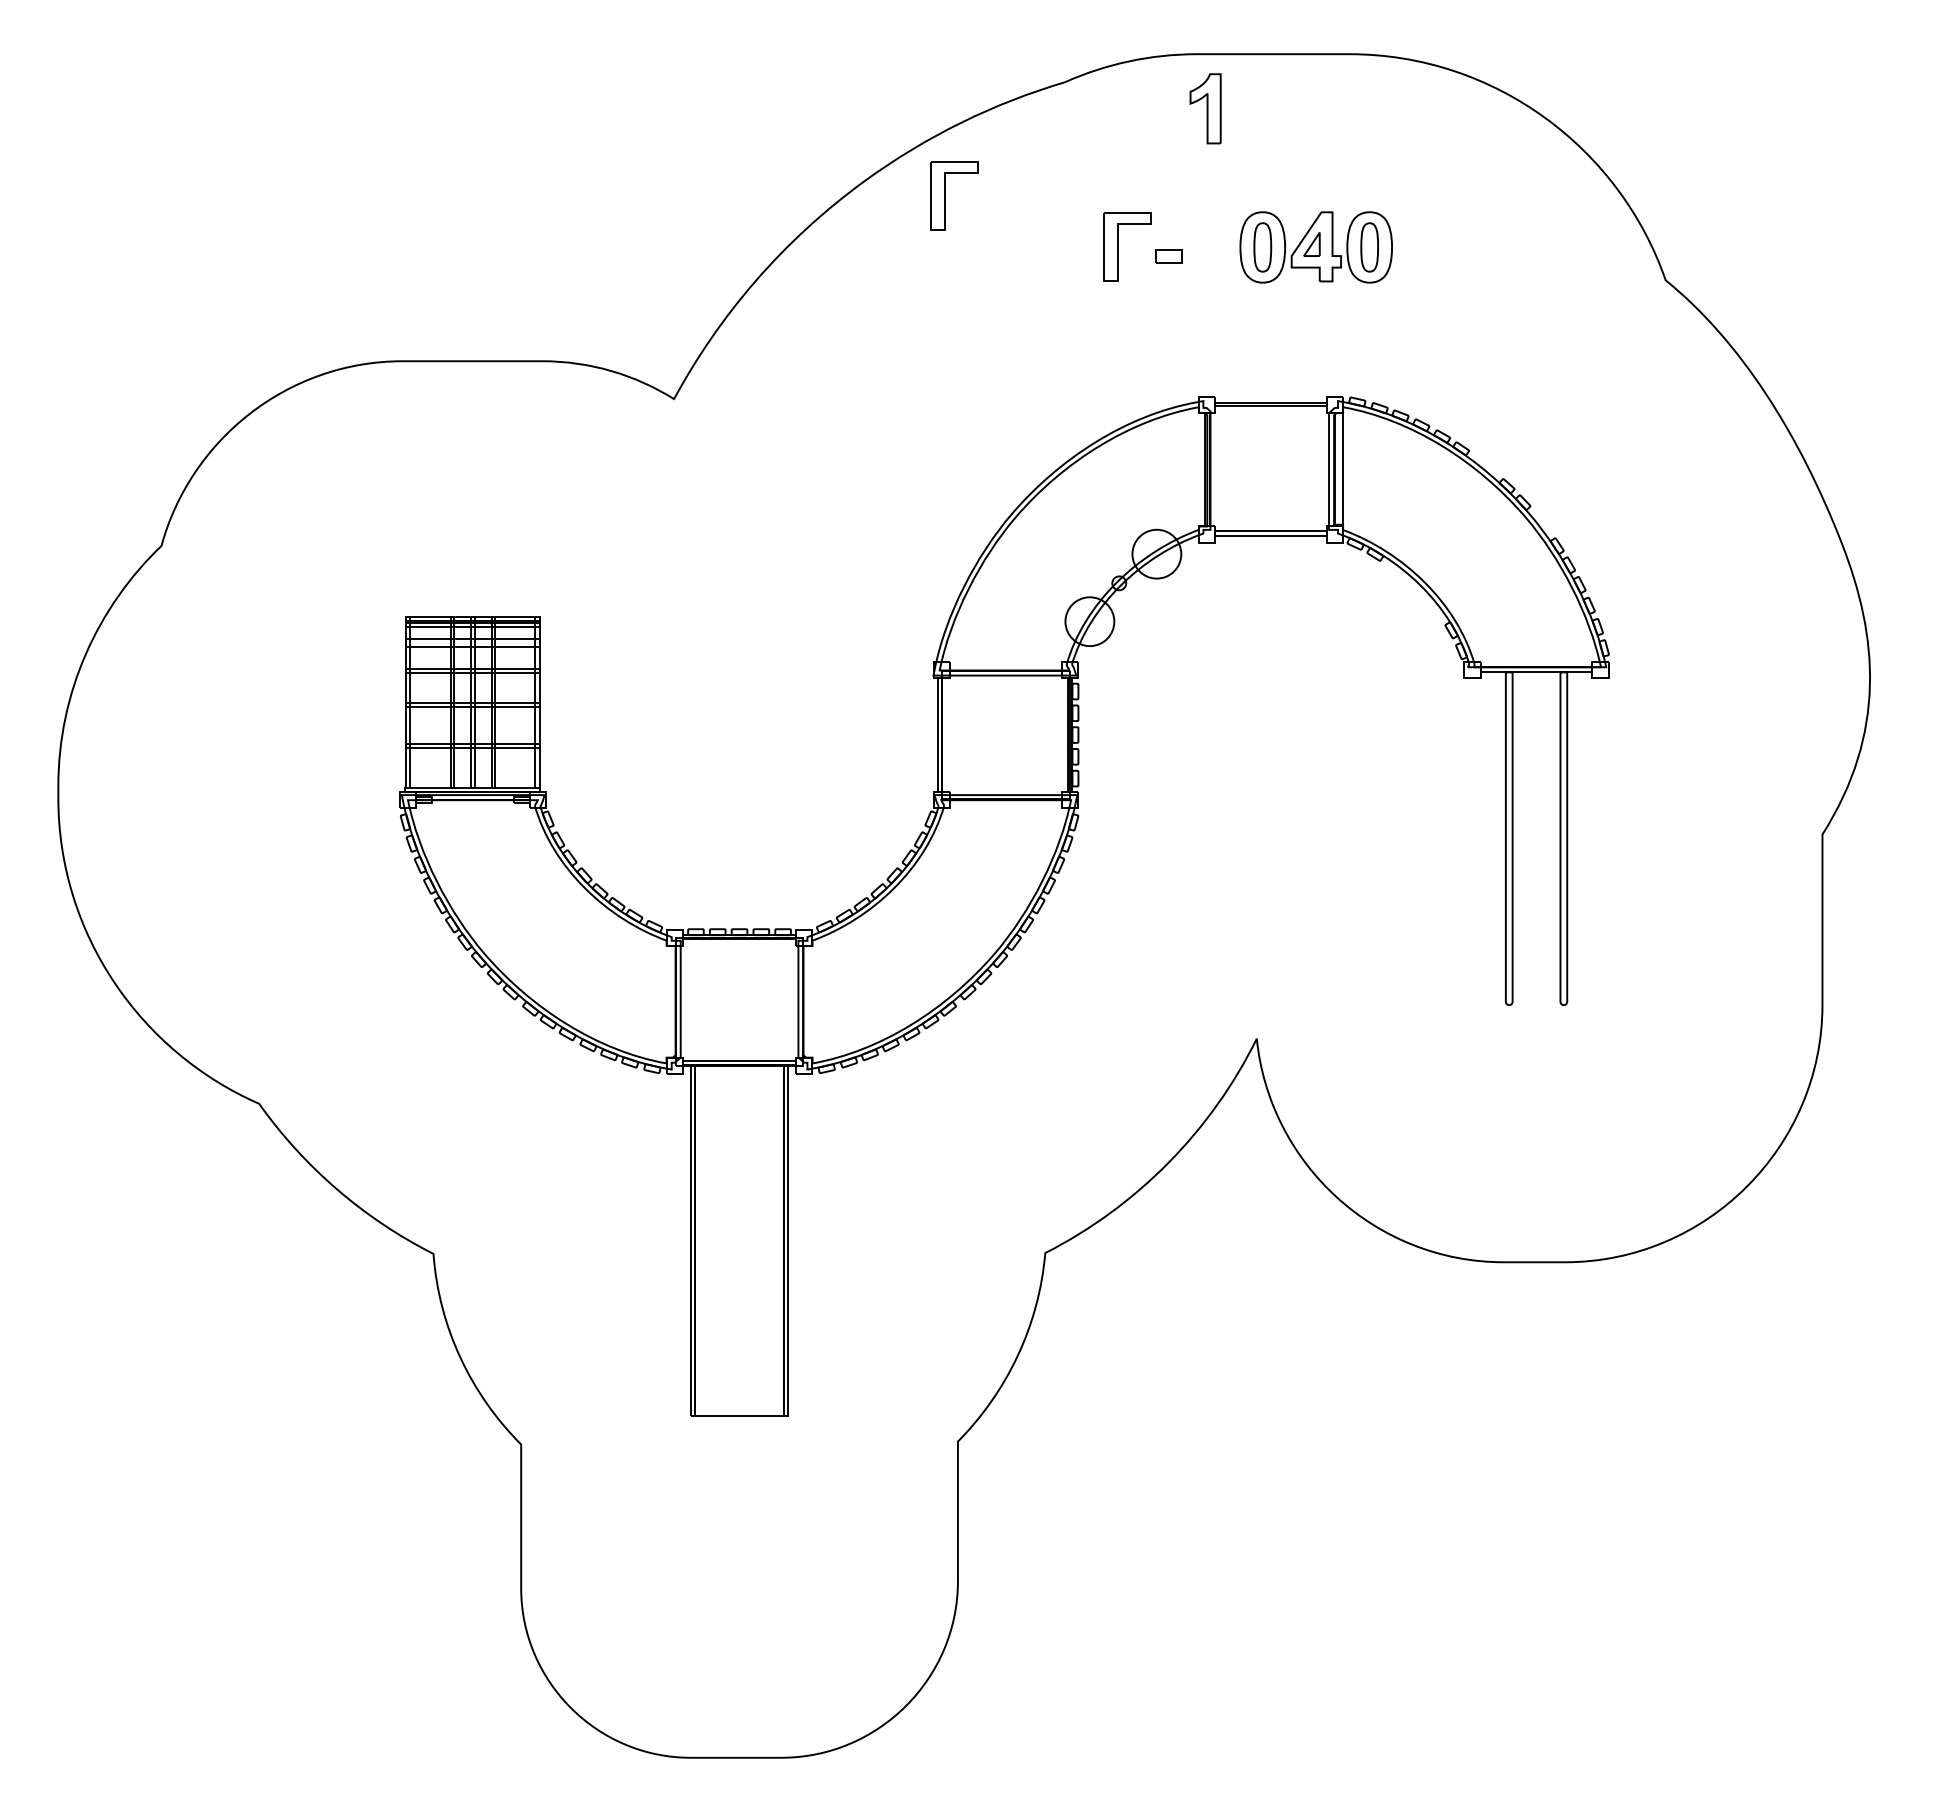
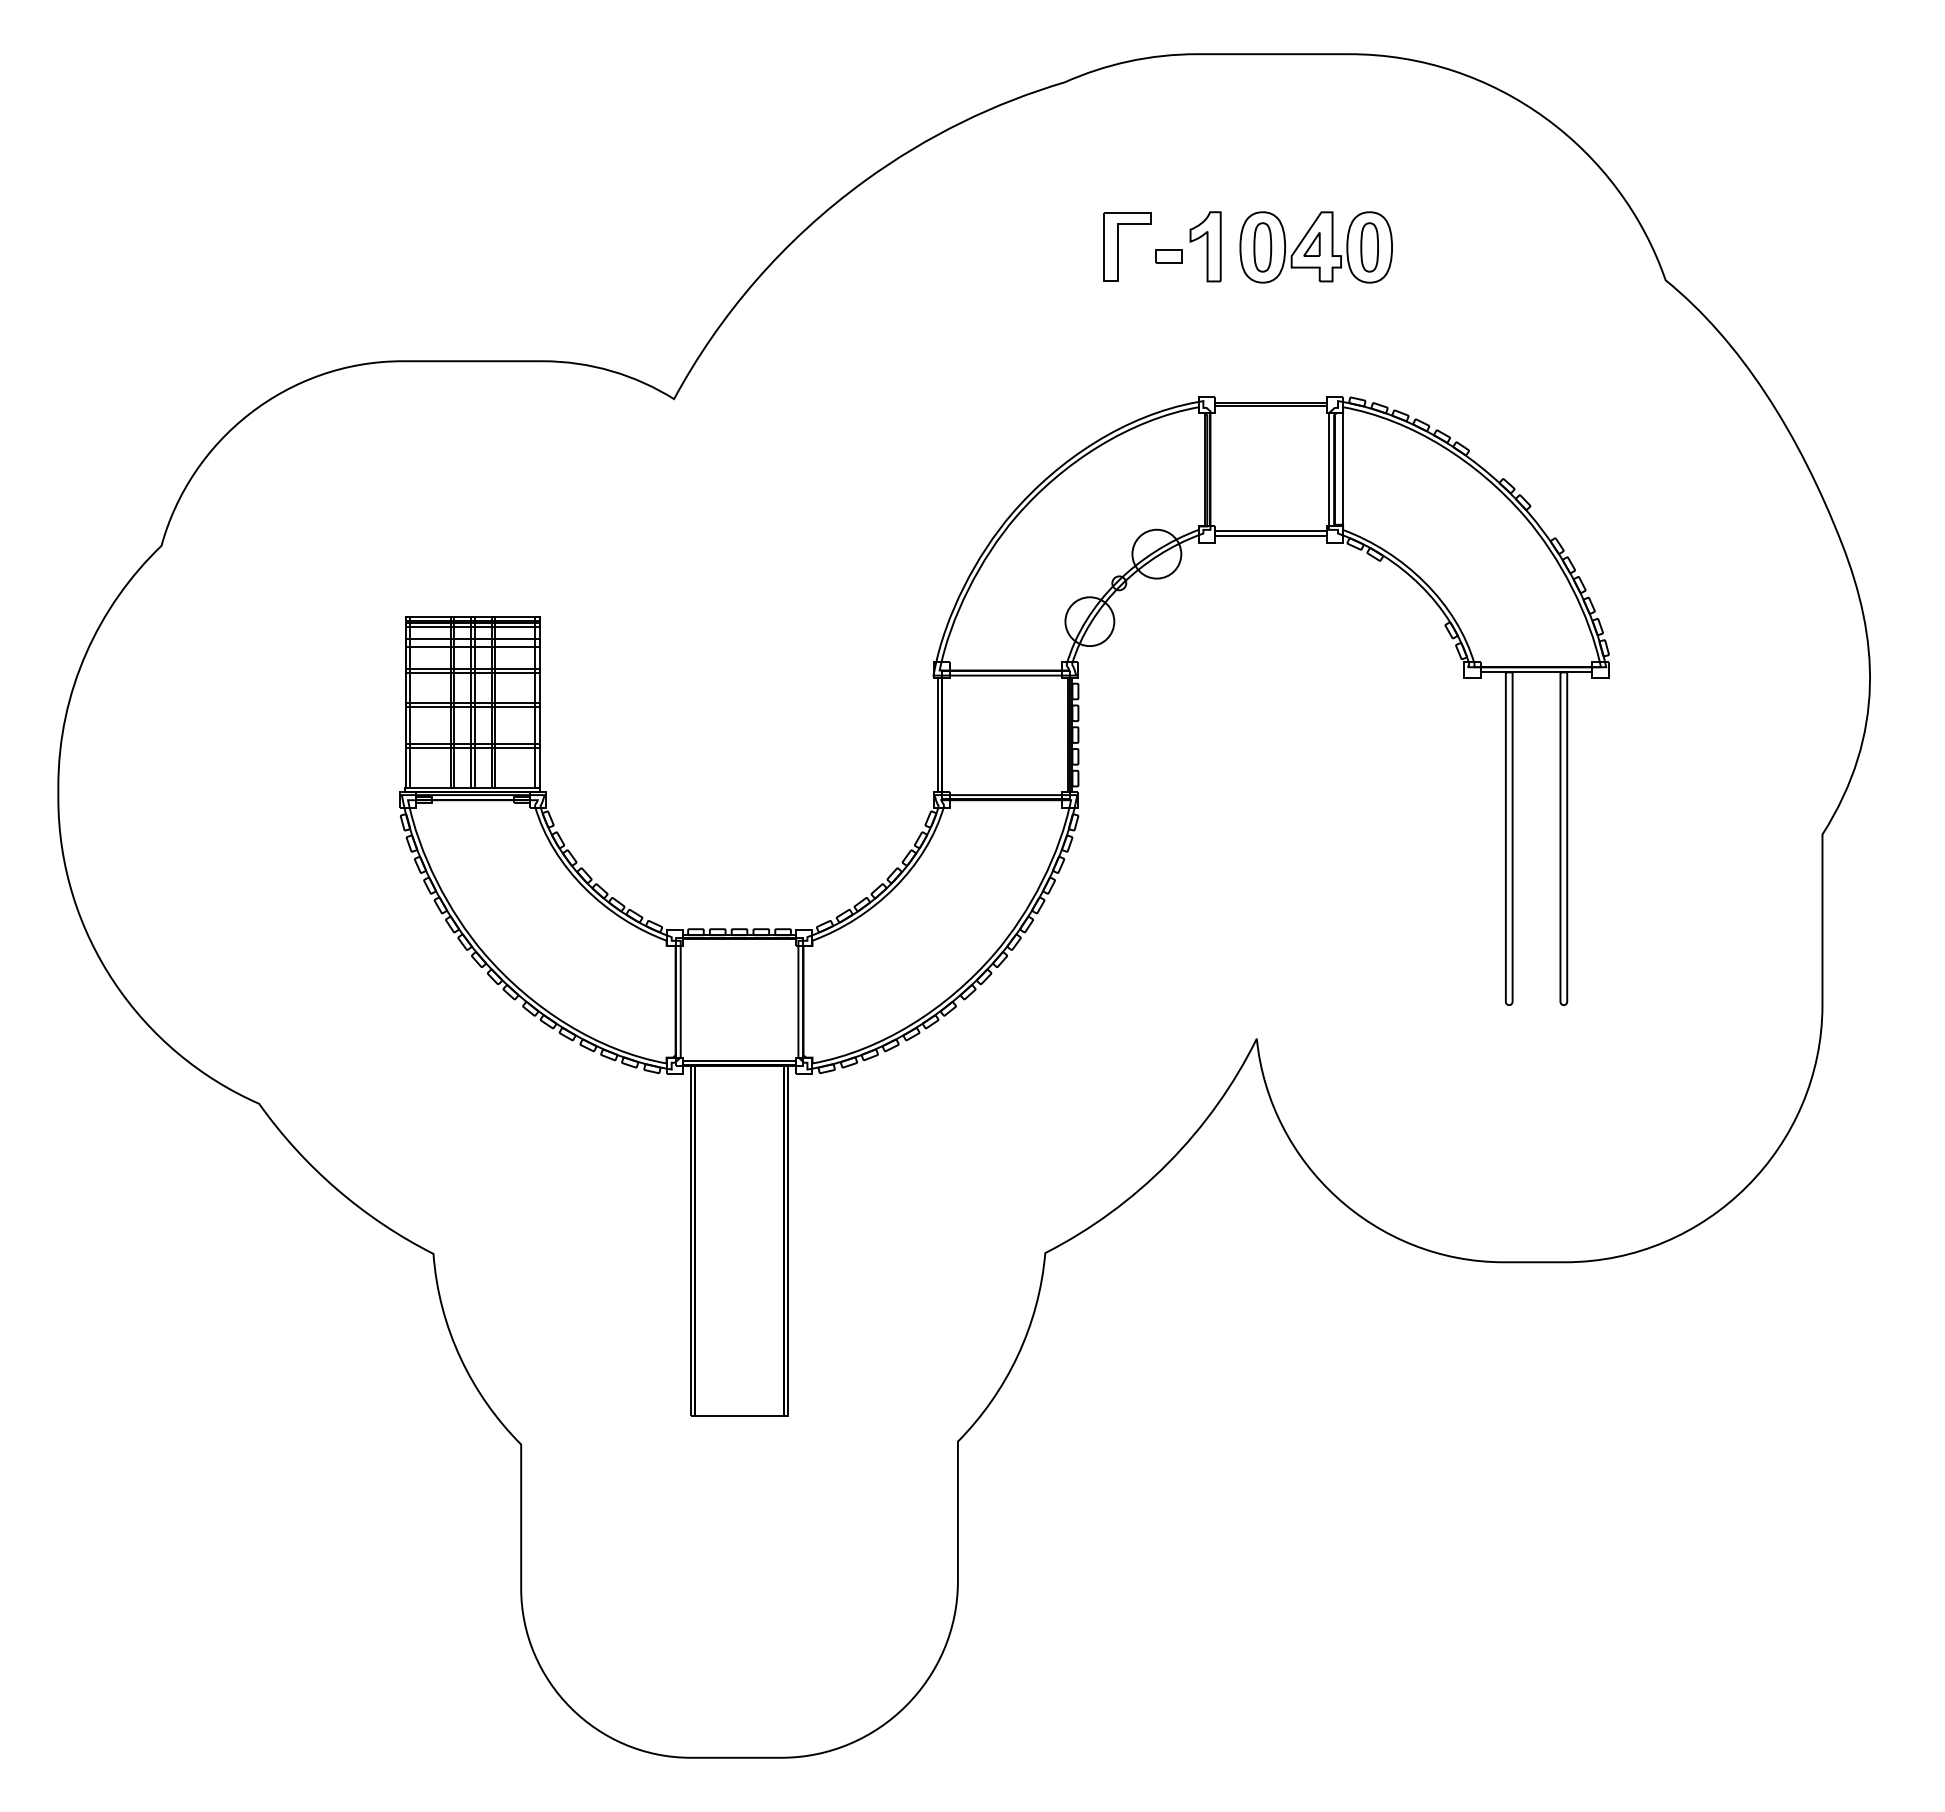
part at (1205, 108) position: (1205, 108) -> (1205, 246)
part at (945, 195): present -> none
